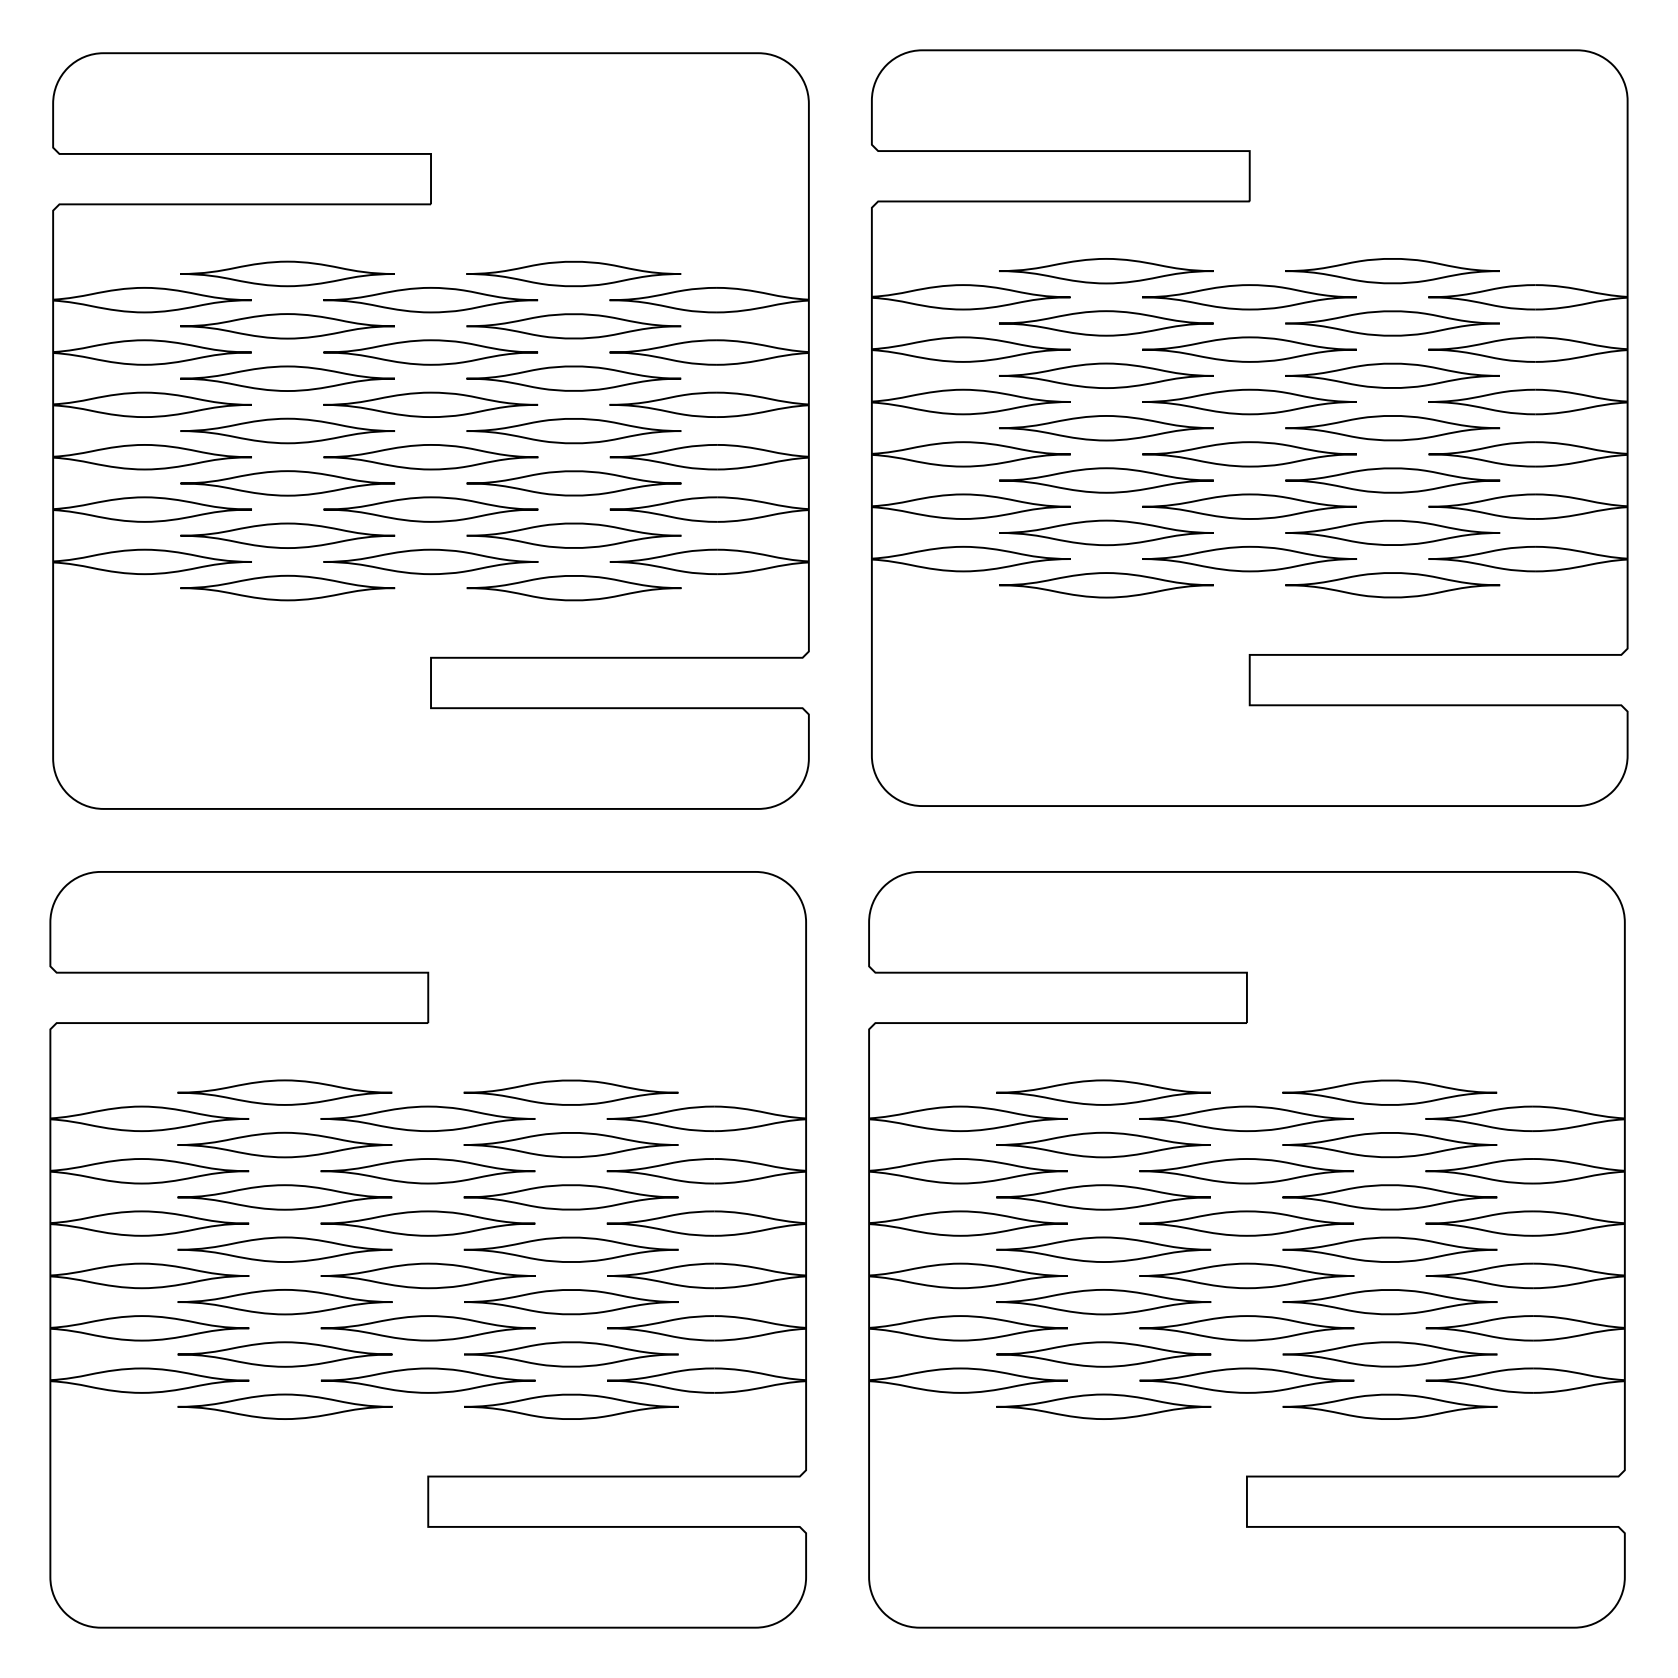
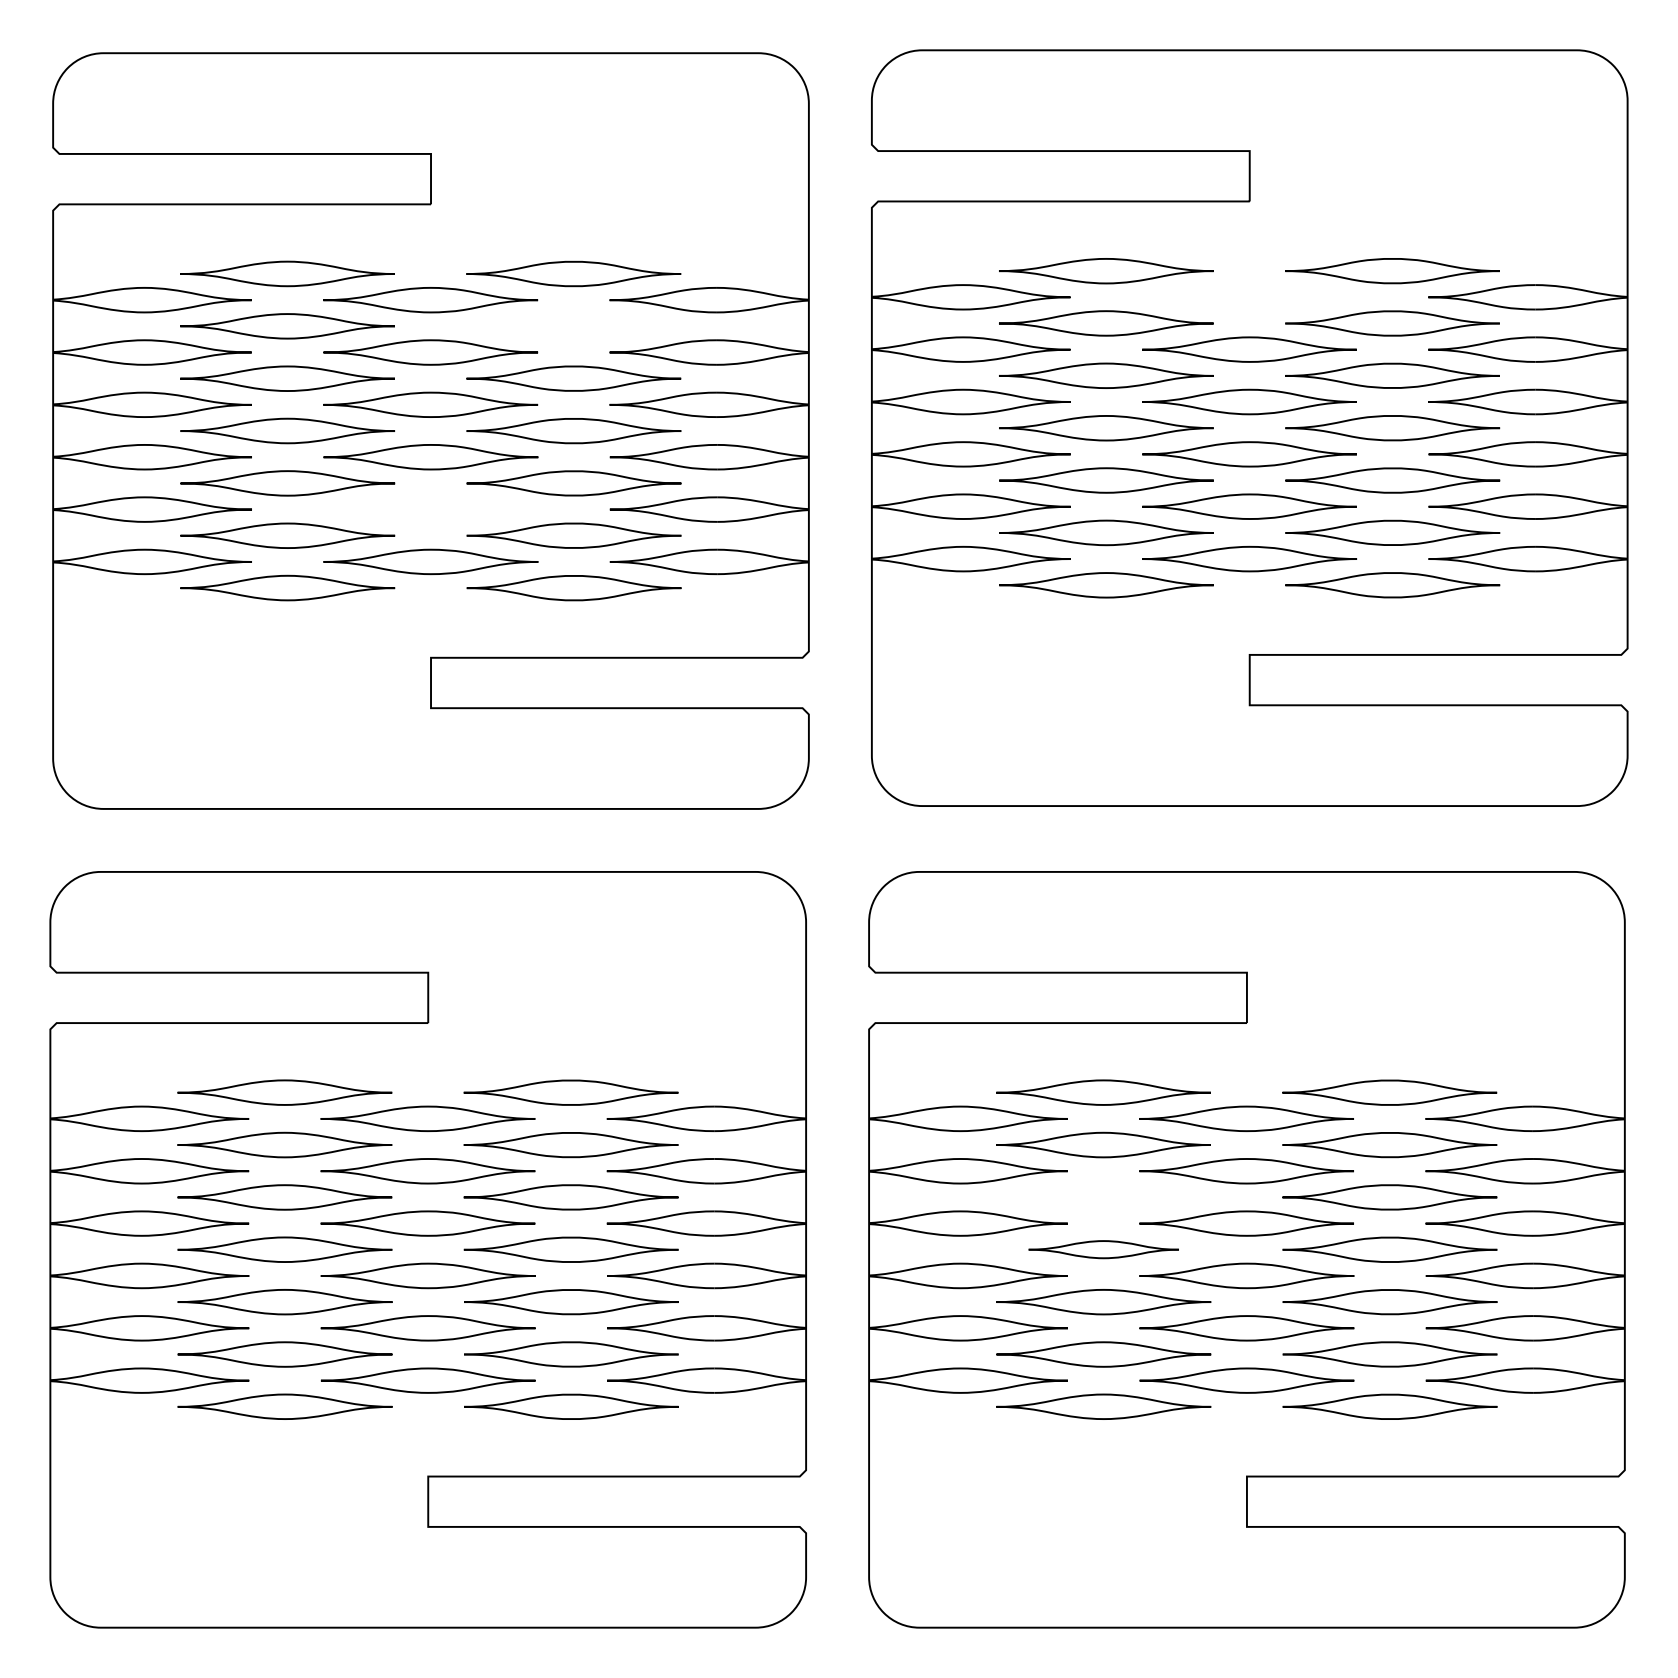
part at (1249, 297): present -> none
part at (573, 326): present -> none
part at (430, 509): present -> none
part at (1103, 1197): present -> none
part at (1103, 1249) size: 216x27 px -> 151x20 px
